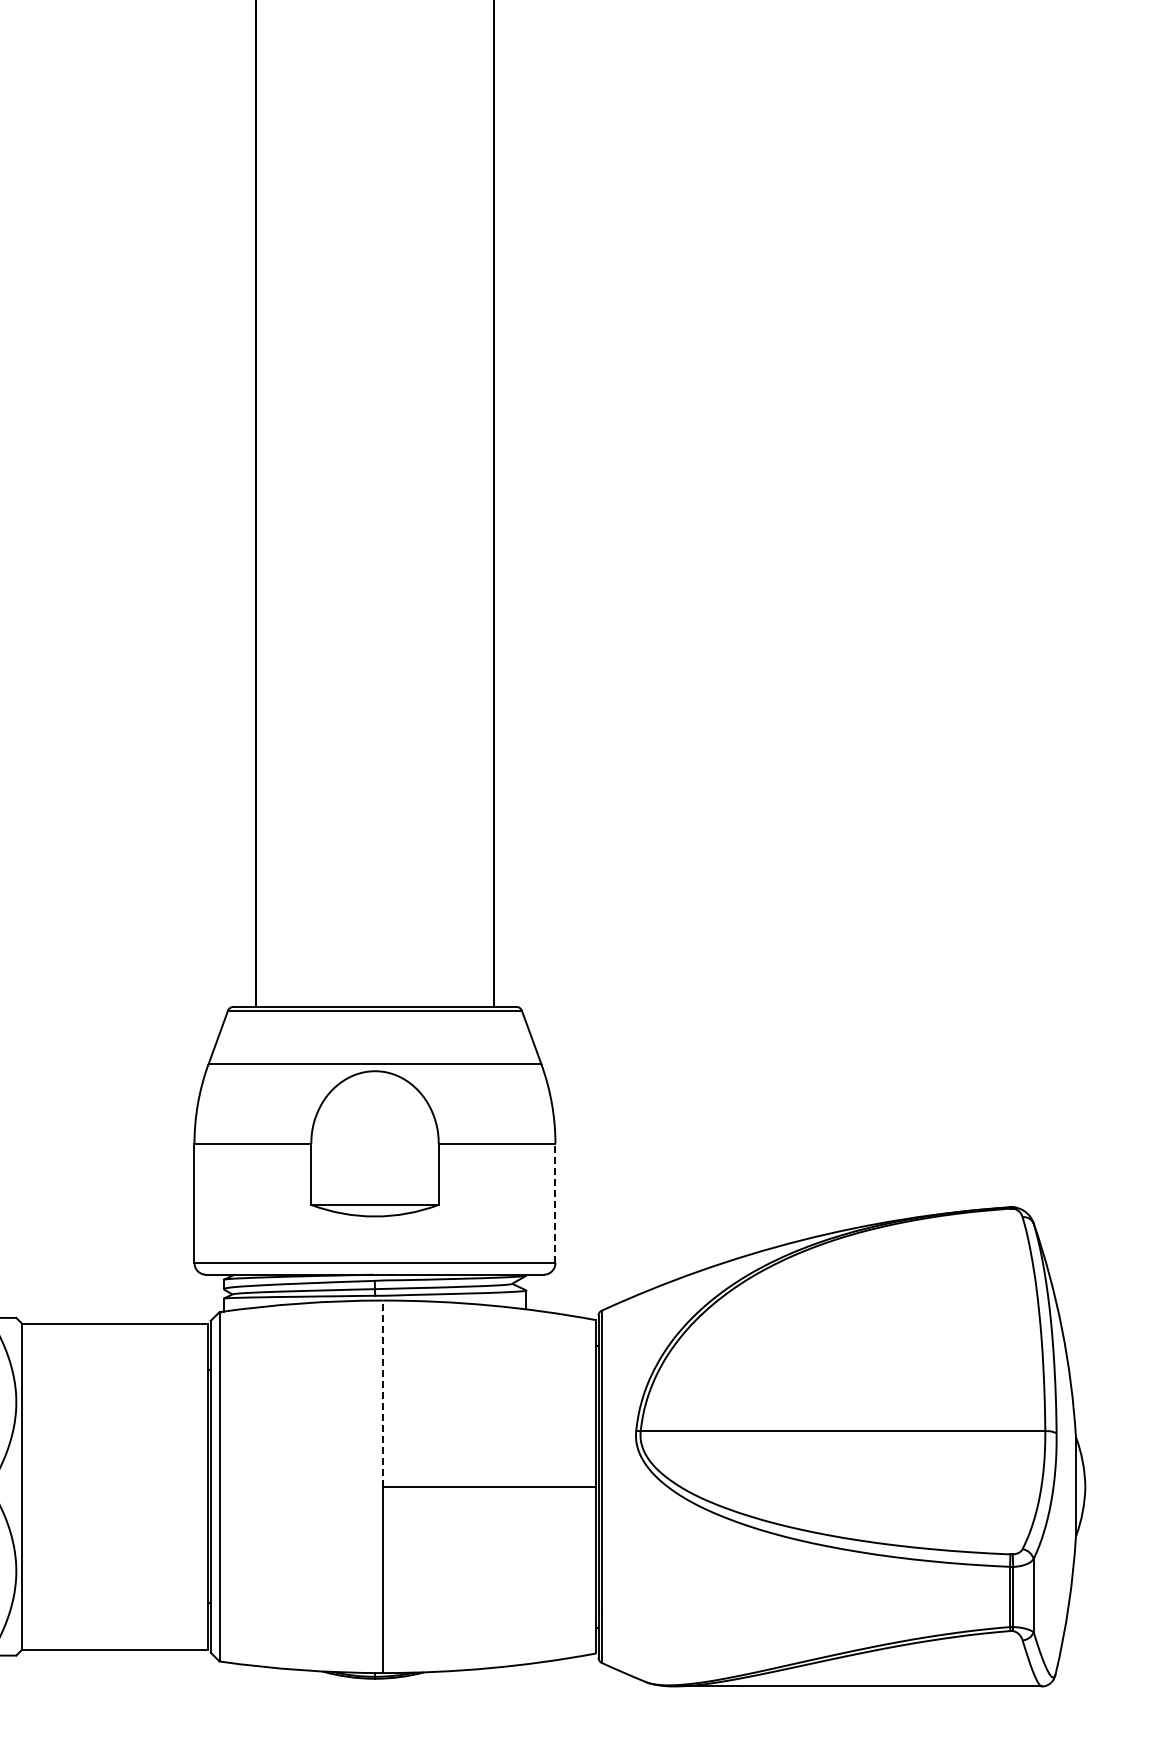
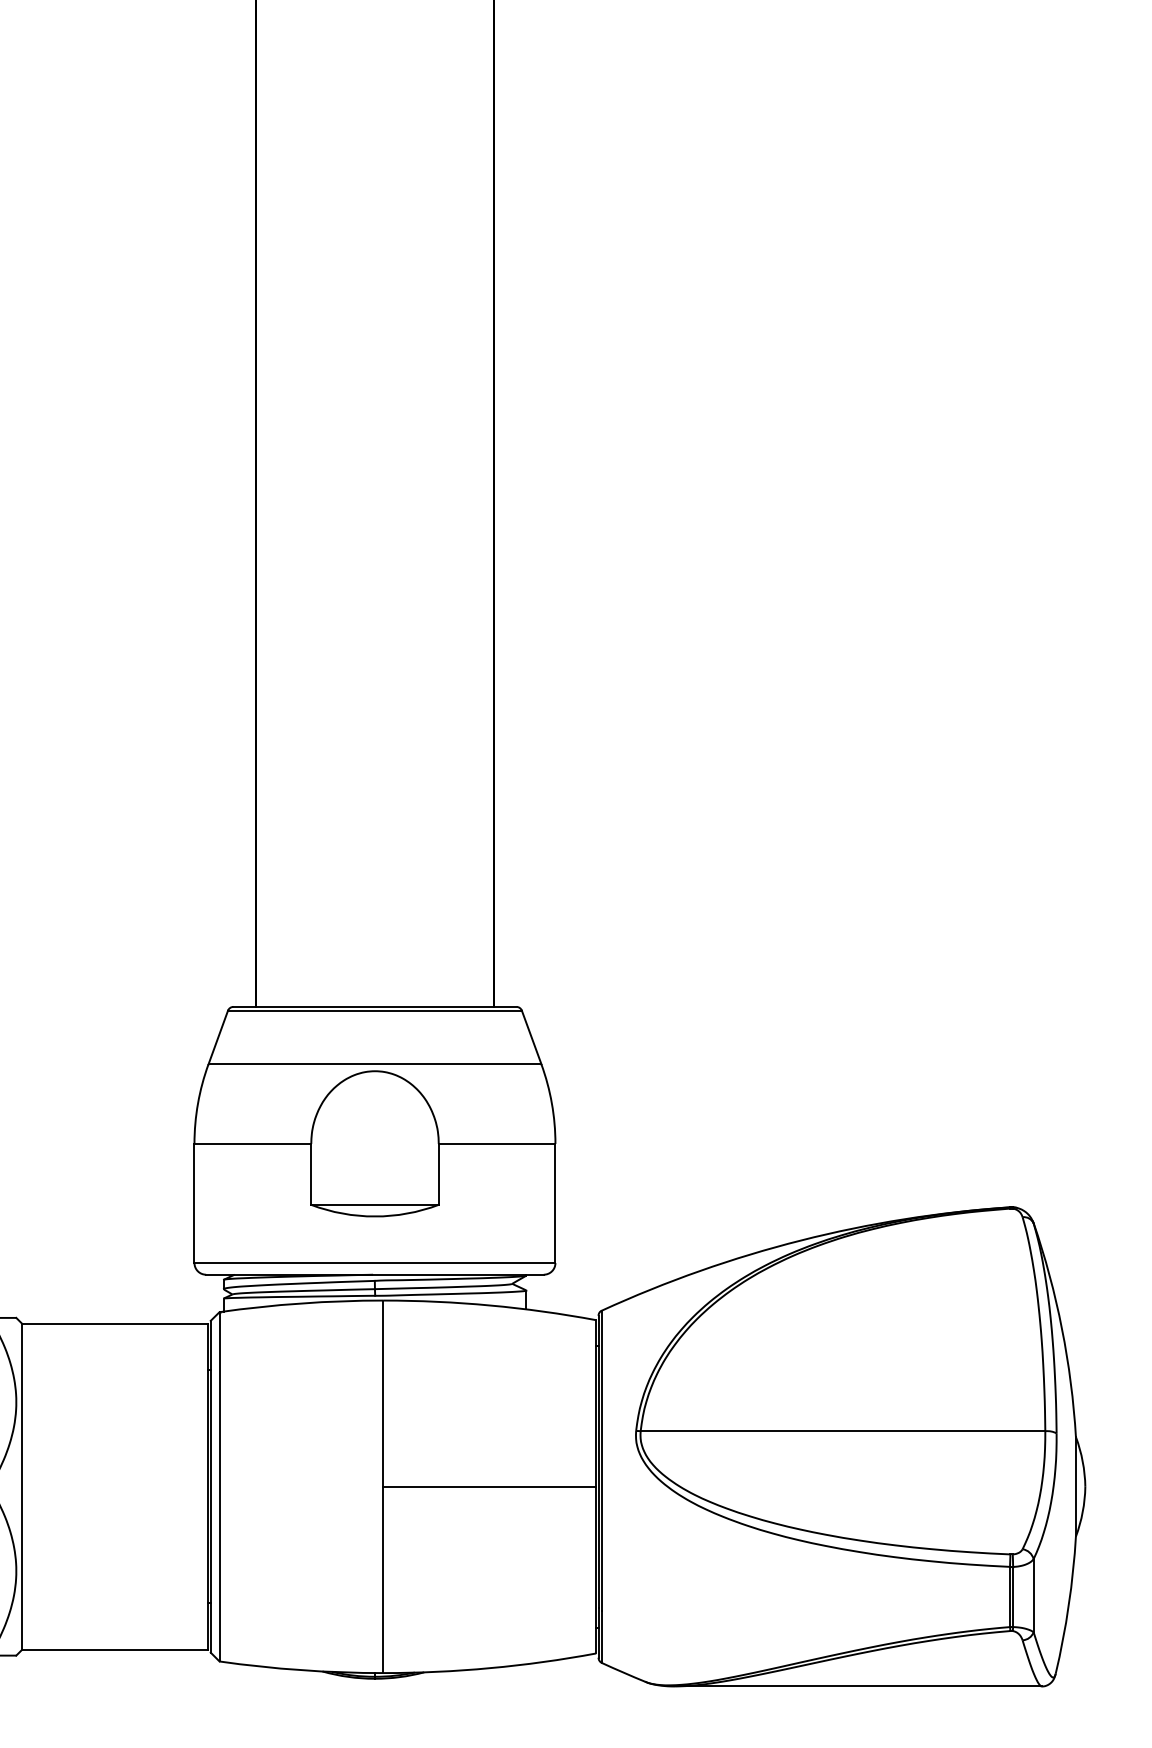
line at (555, 1203): dashed -> solid
line at (383, 1393): dashed -> solid
